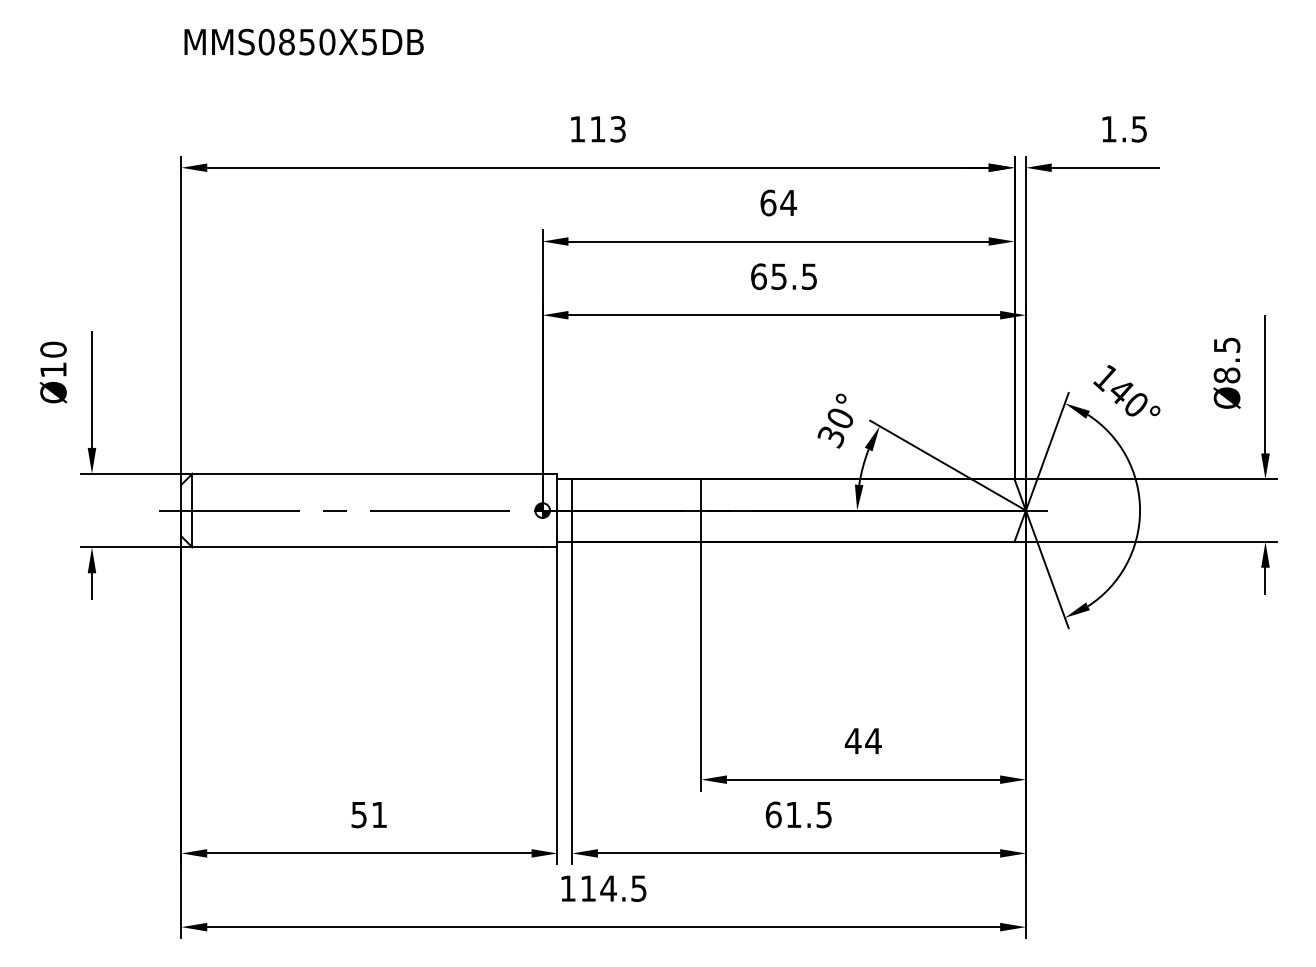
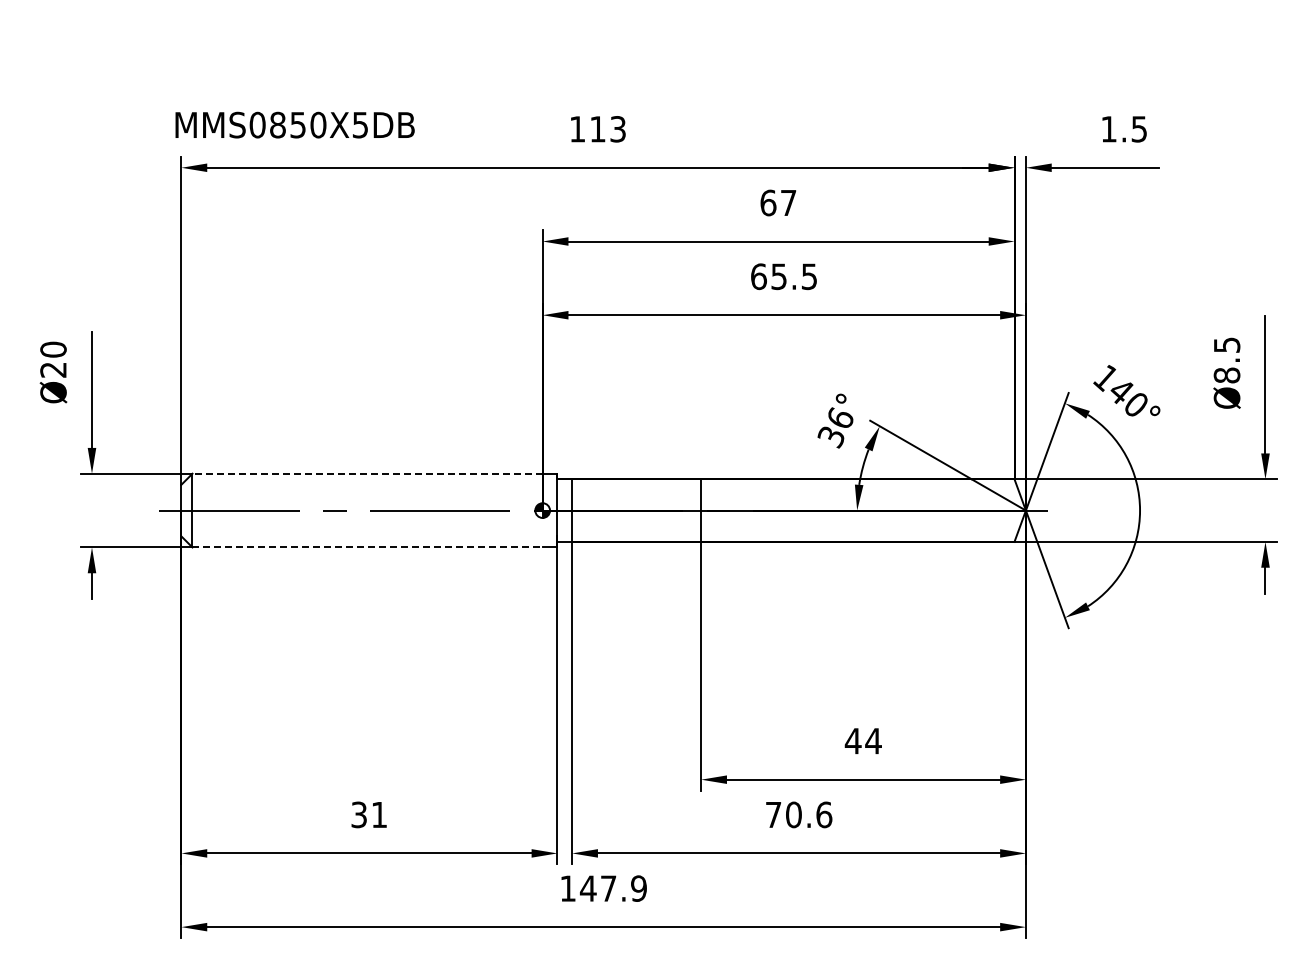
text at (303, 41) position: (303, 41) -> (294, 124)
text at (788, 202): 64 -> 67
text at (53, 369): Ø10 -> Ø20
text at (840, 417): 30° -> 36°
line at (367, 473): solid -> dashed
line at (368, 547): solid -> dashed
text at (359, 814): 51 -> 31
text at (798, 814): 61.5 -> 70.6
text at (612, 888): 114.5 -> 147.9
